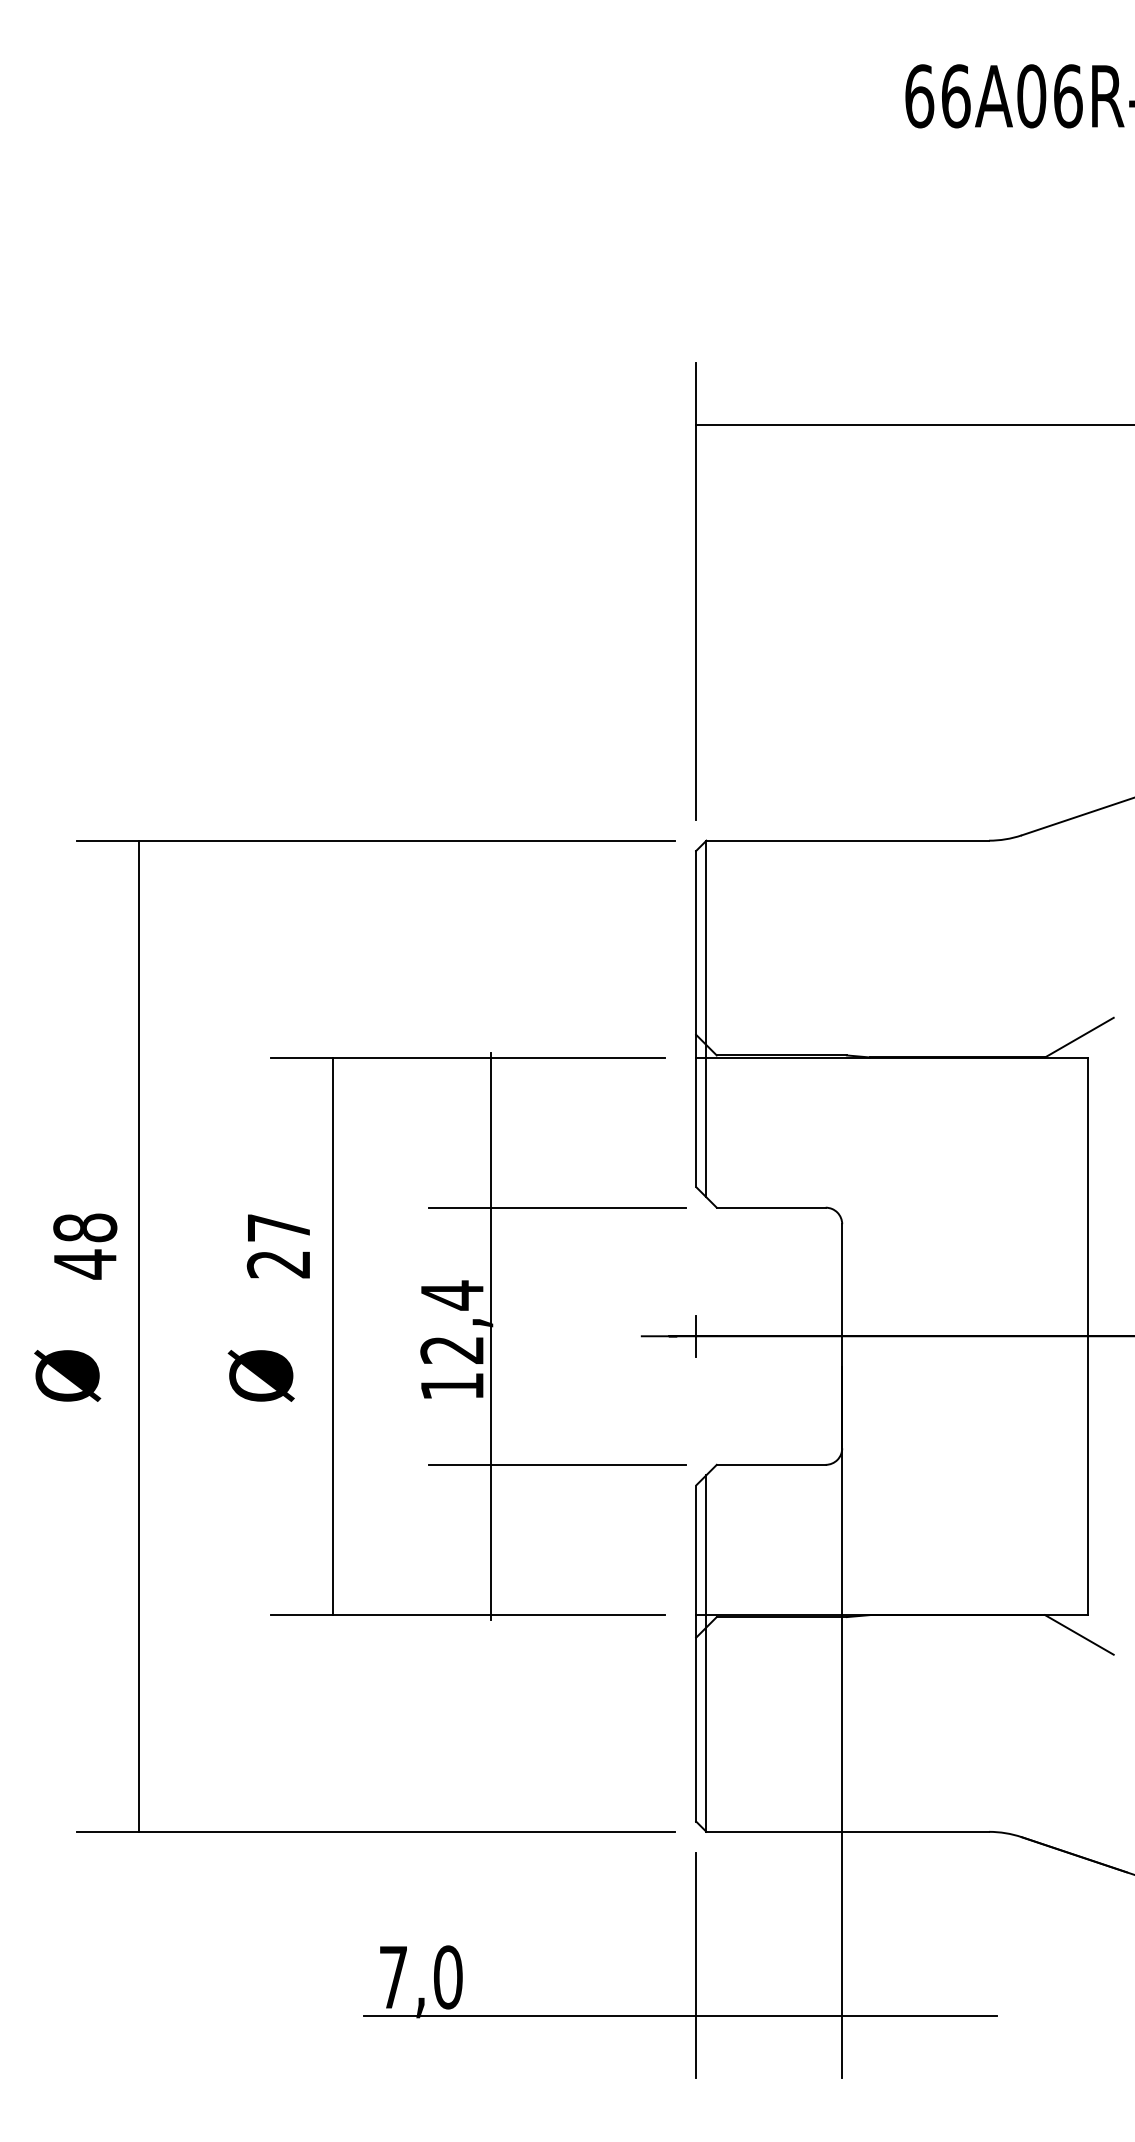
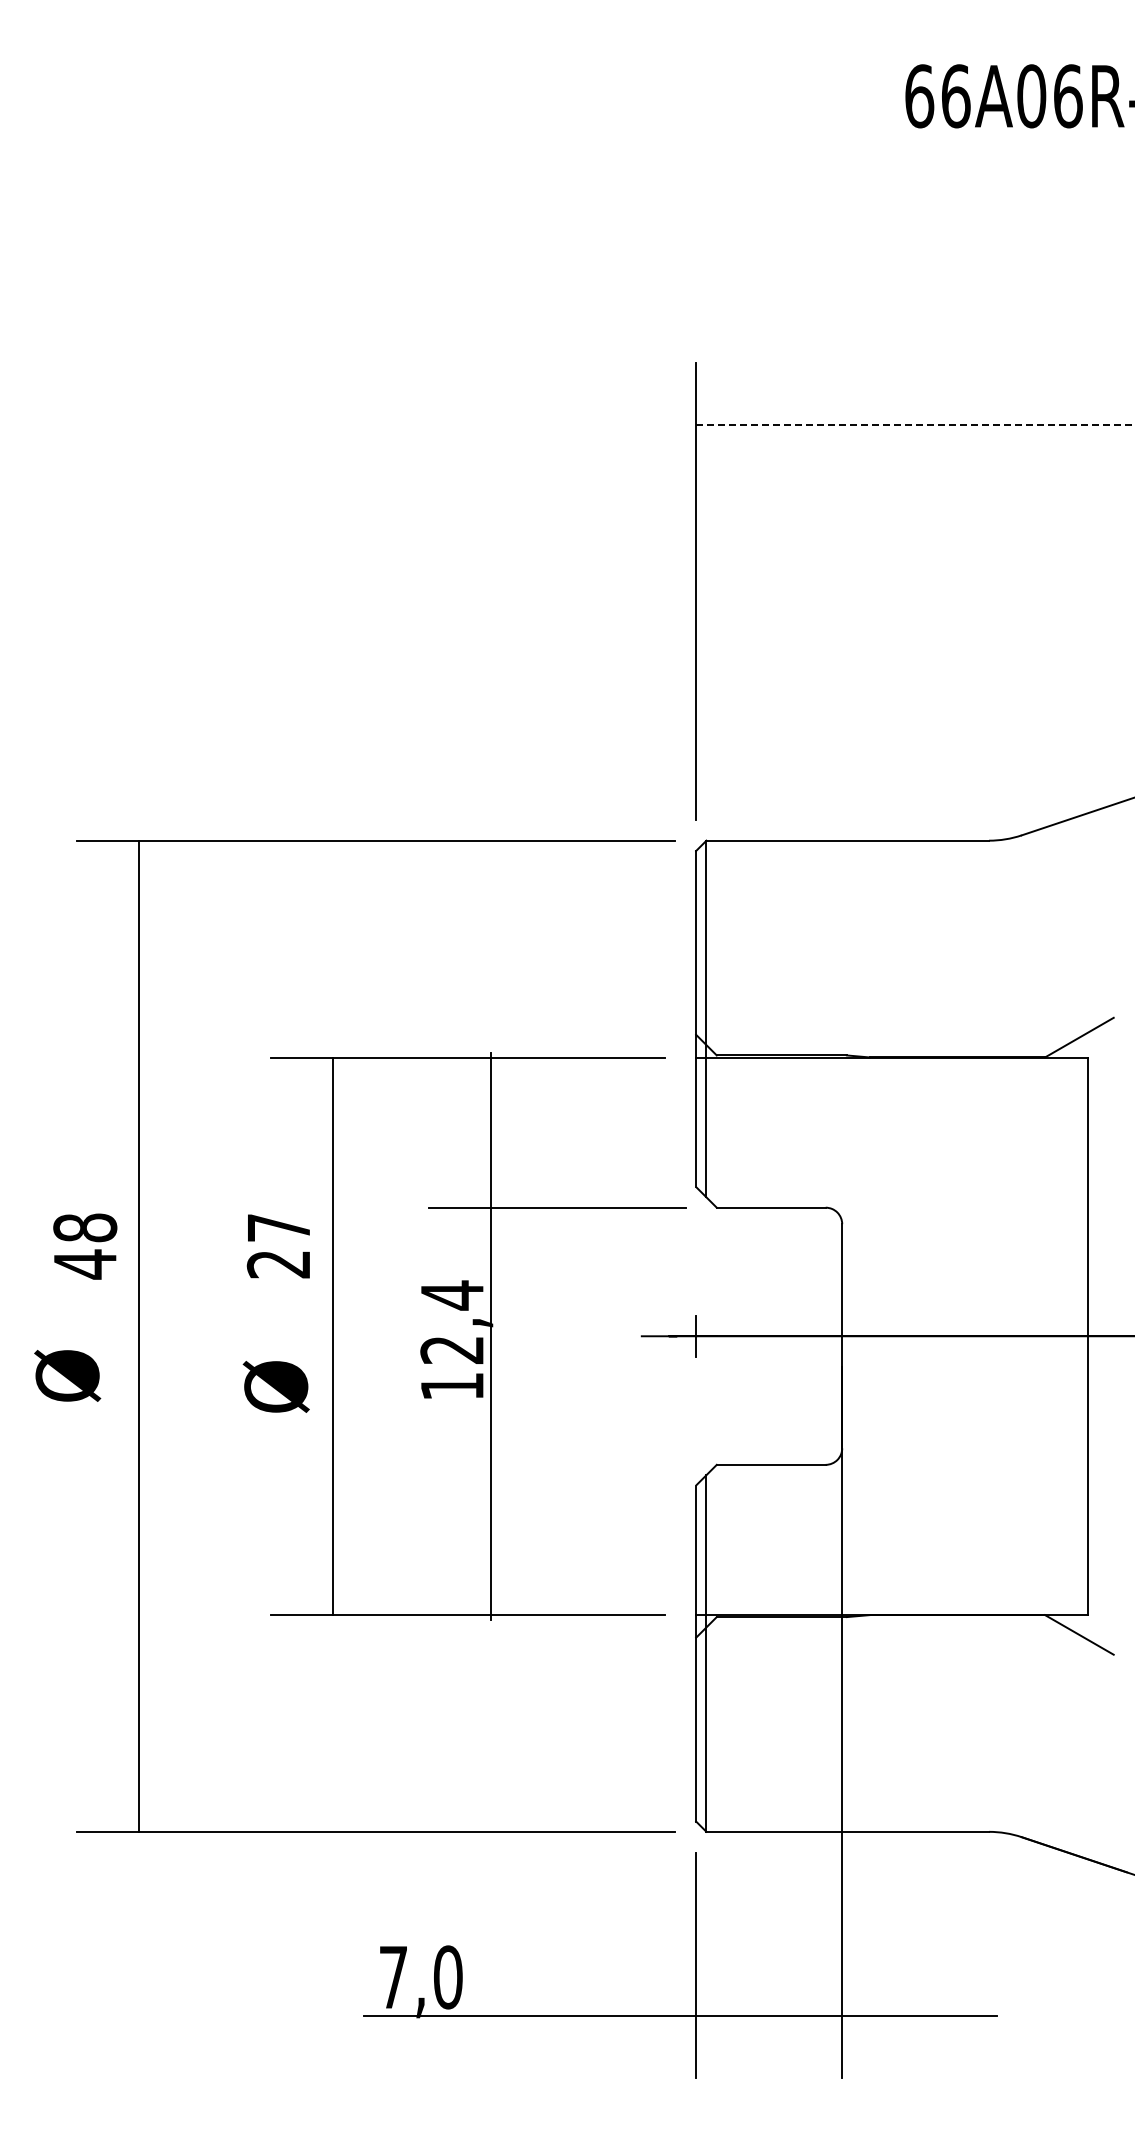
line at (916, 424): solid -> dashed
text at (260, 1375) position: (260, 1375) -> (275, 1386)
line at (556, 1464): present -> none
